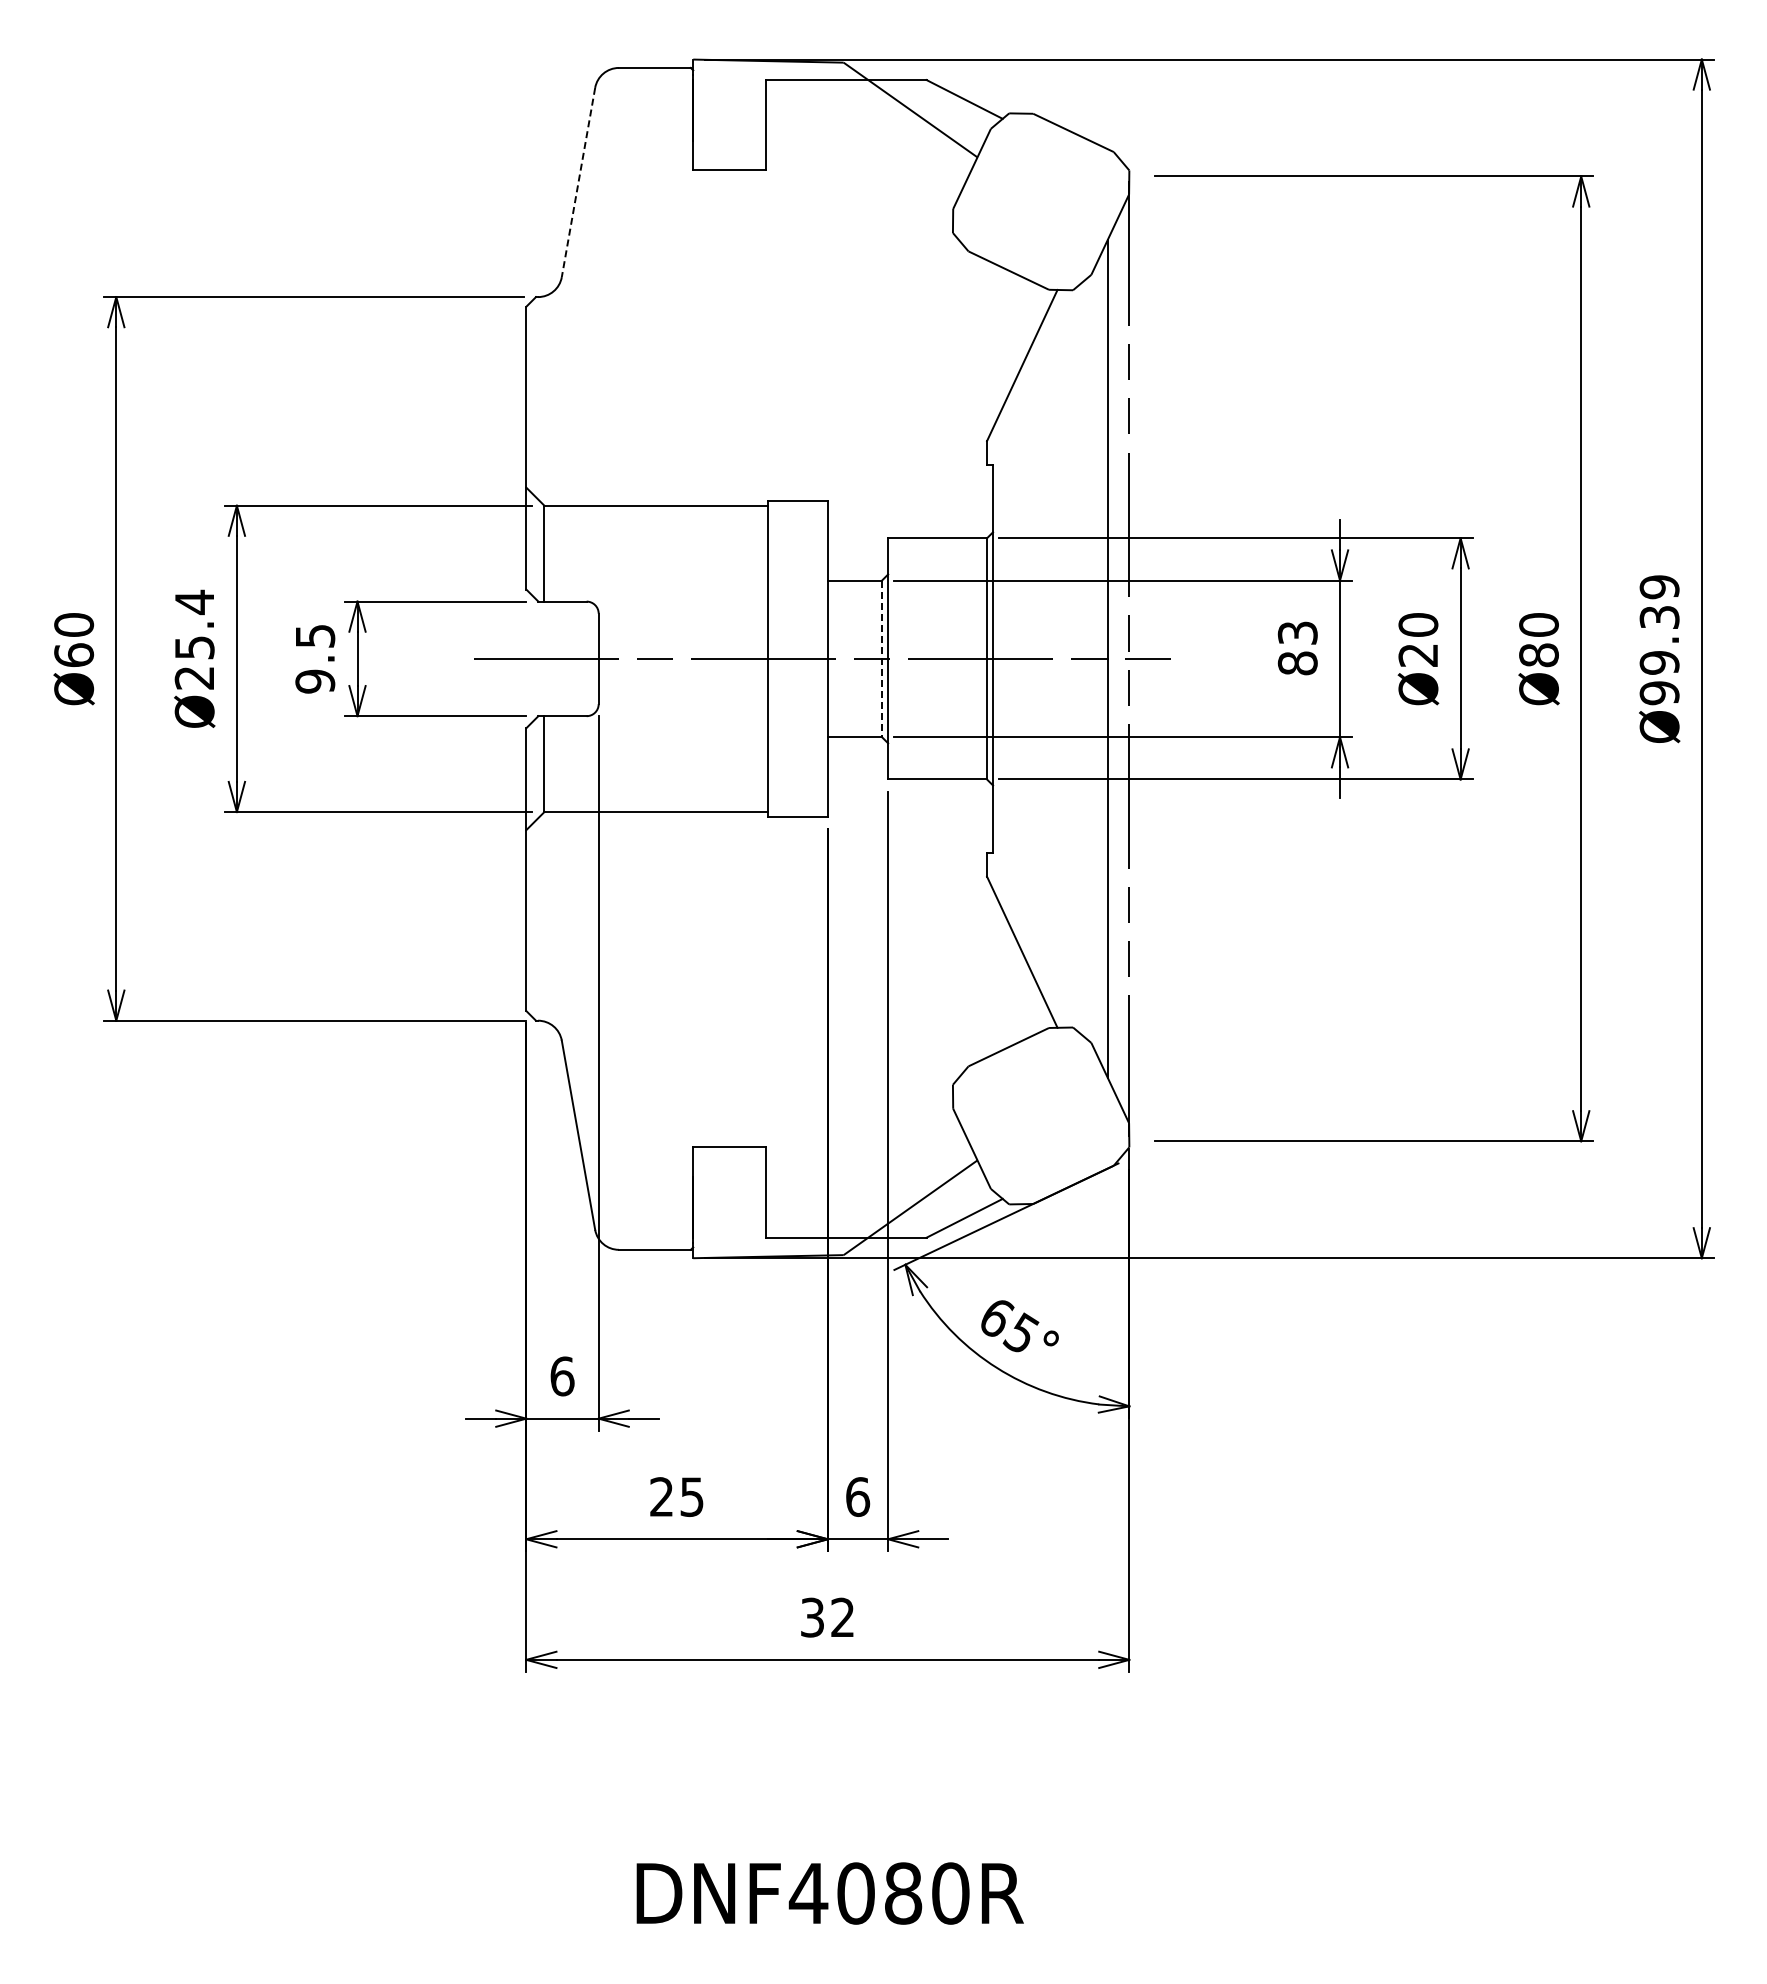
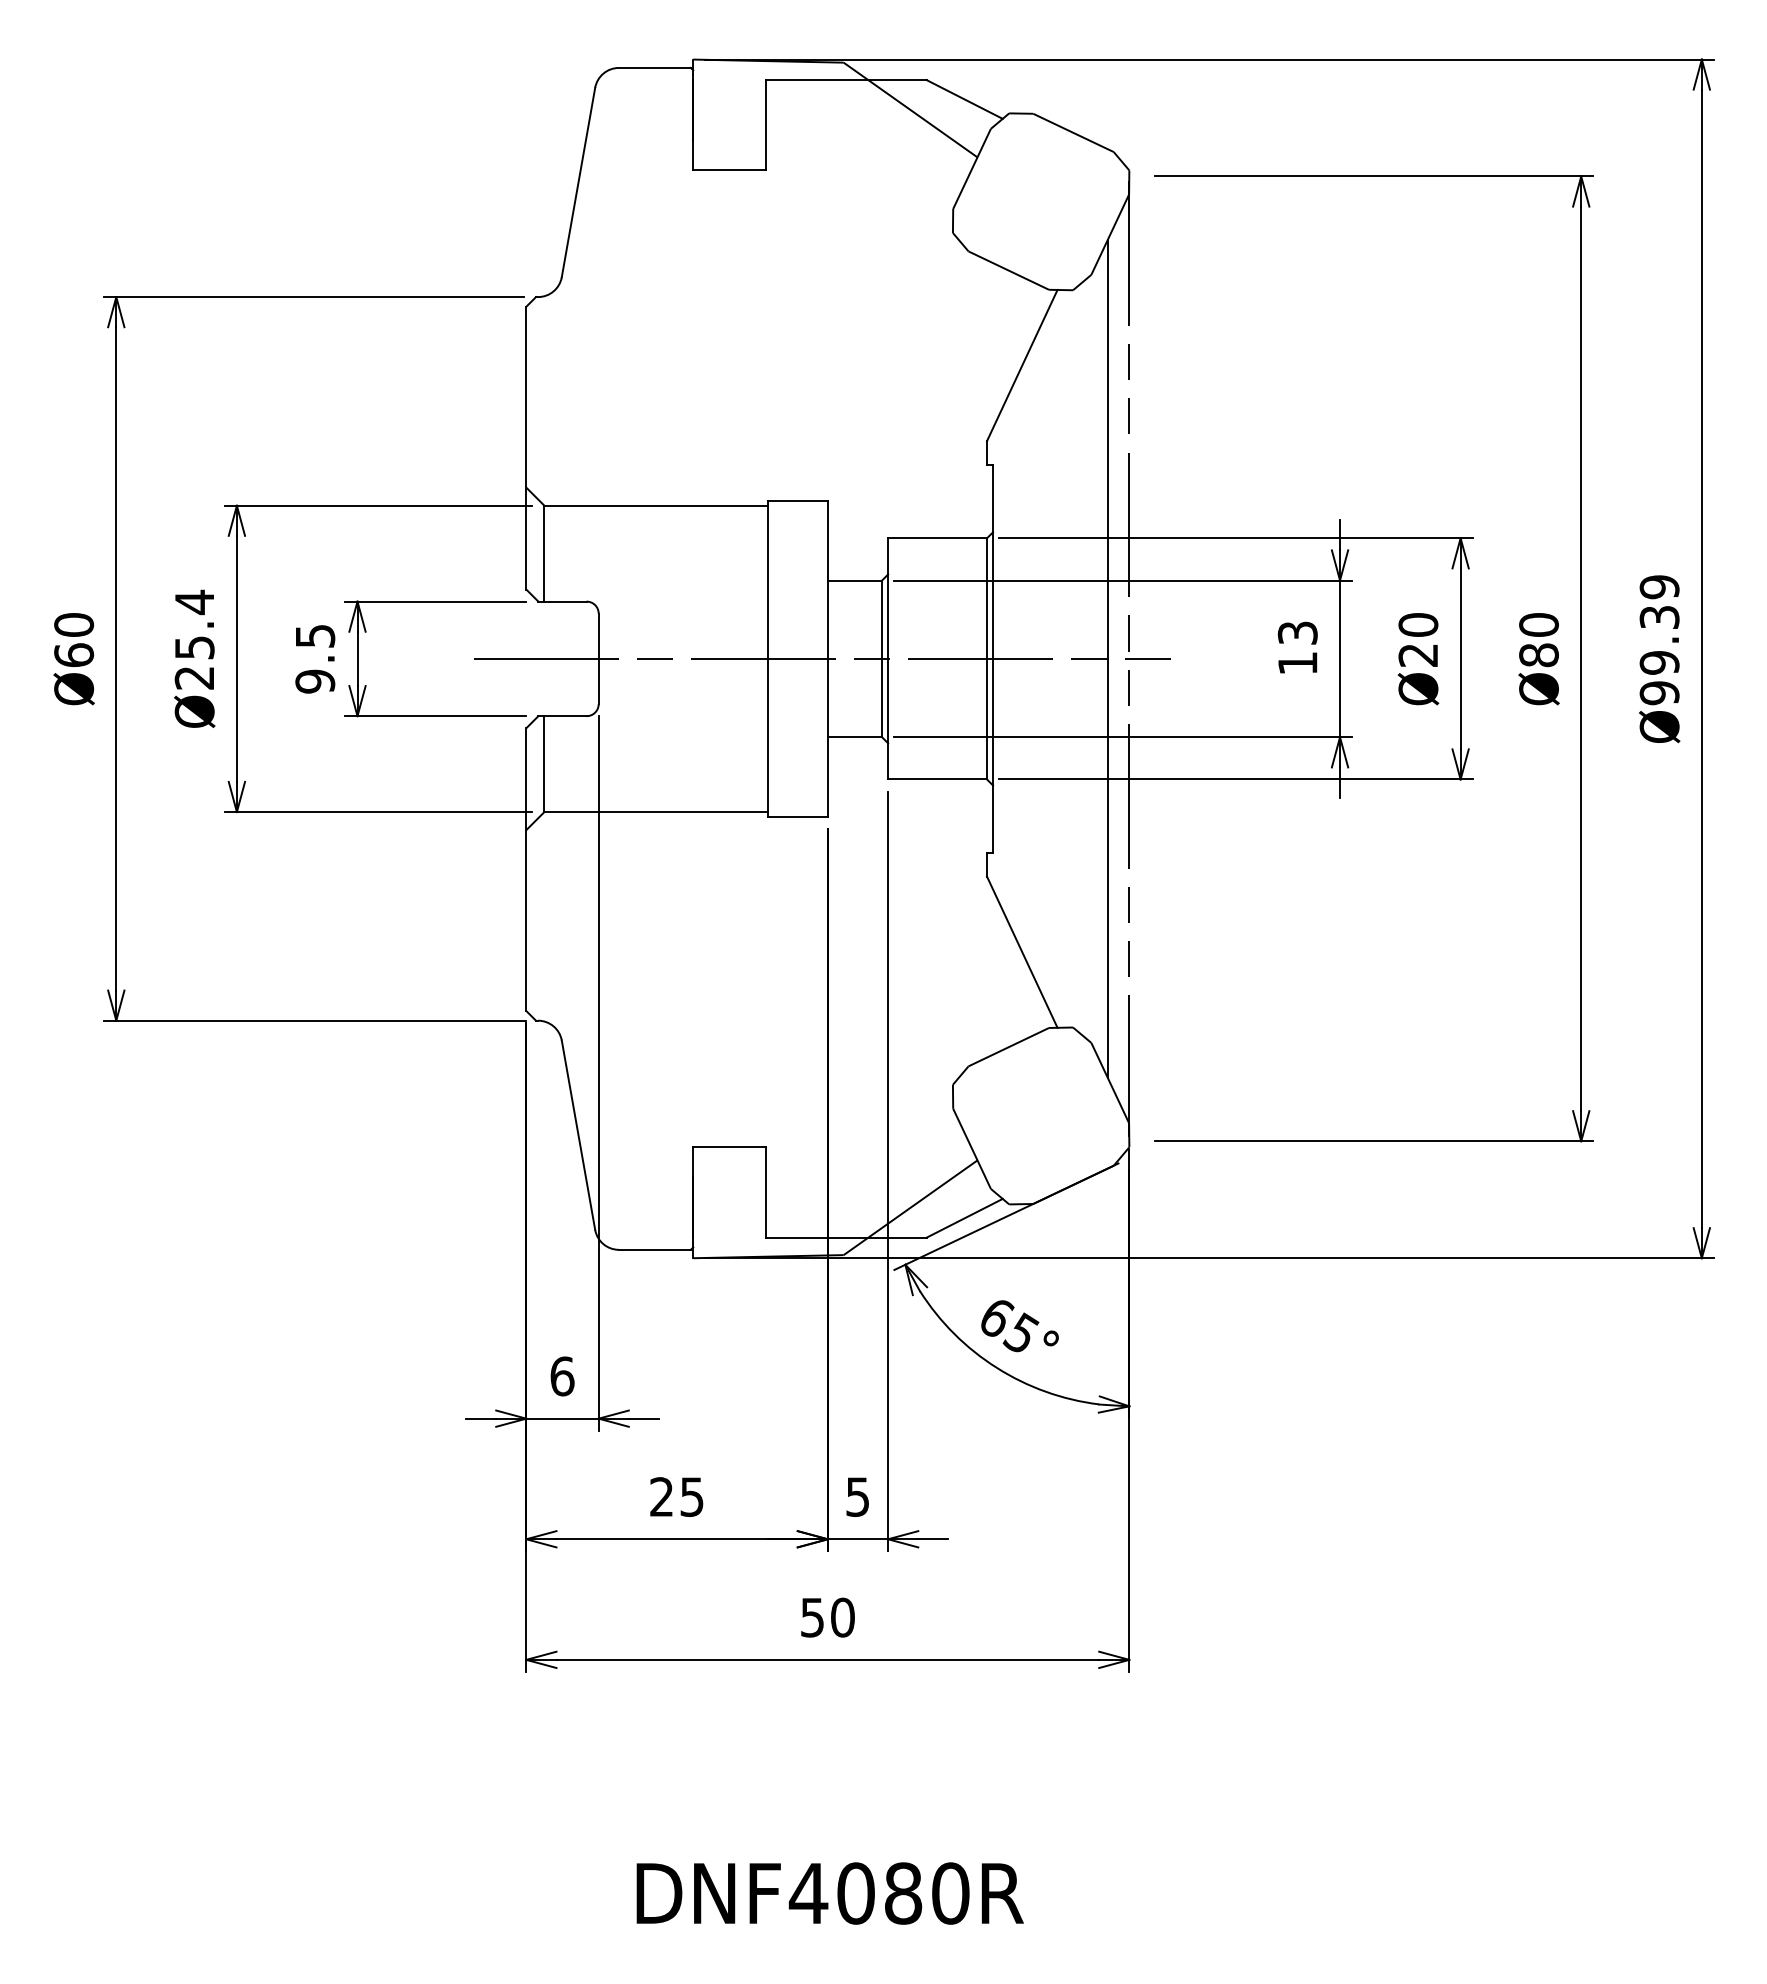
line at (578, 183): dashed -> solid
line at (882, 659): dashed -> solid
text at (1297, 663): 83 -> 13
text at (858, 1497): 6 -> 5
text at (827, 1617): 32 -> 50
